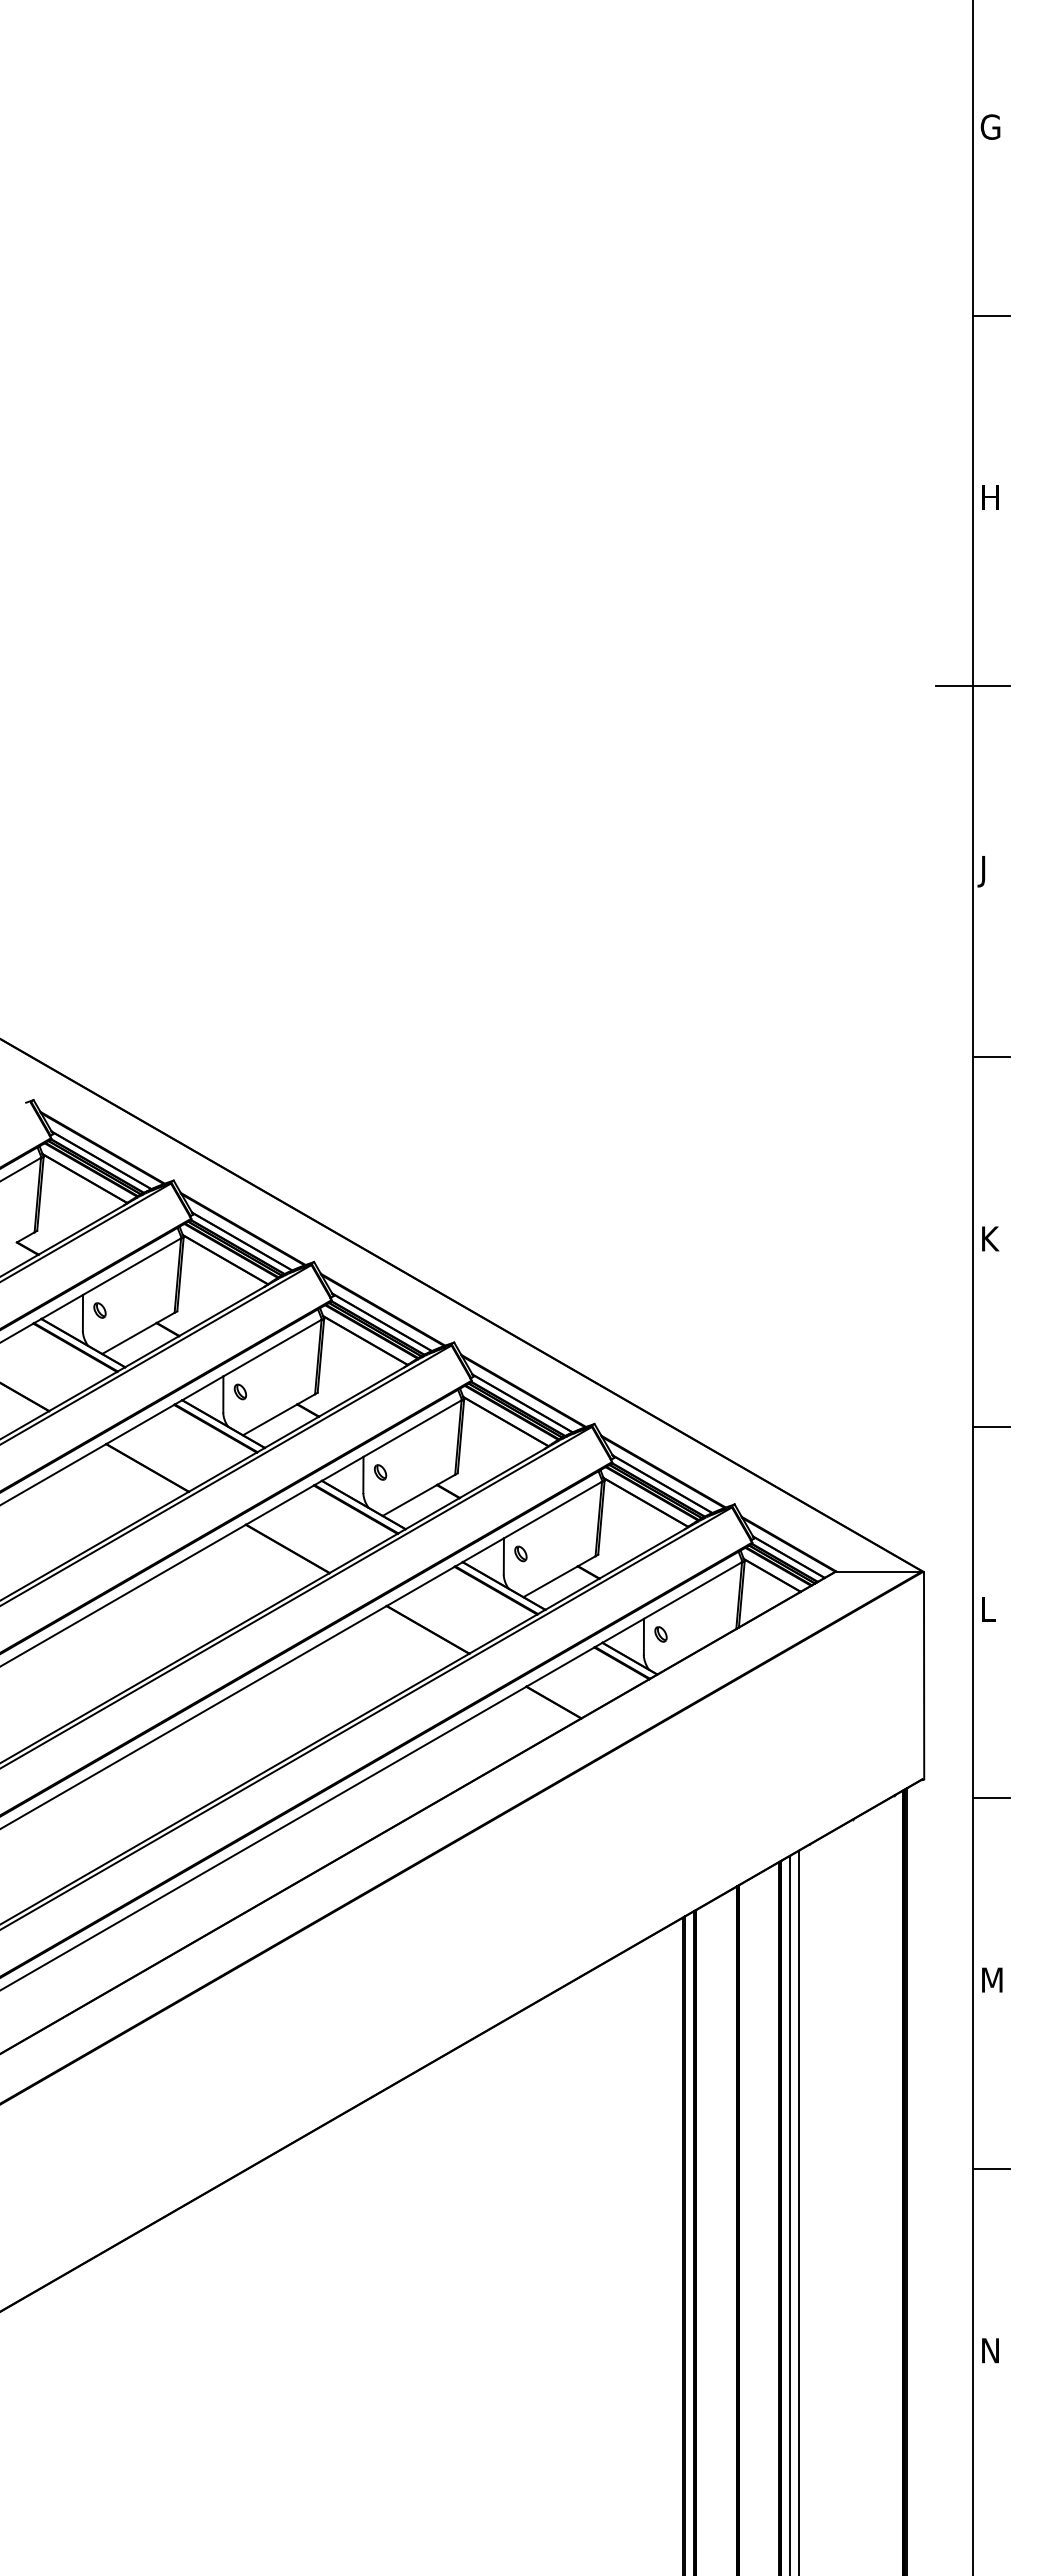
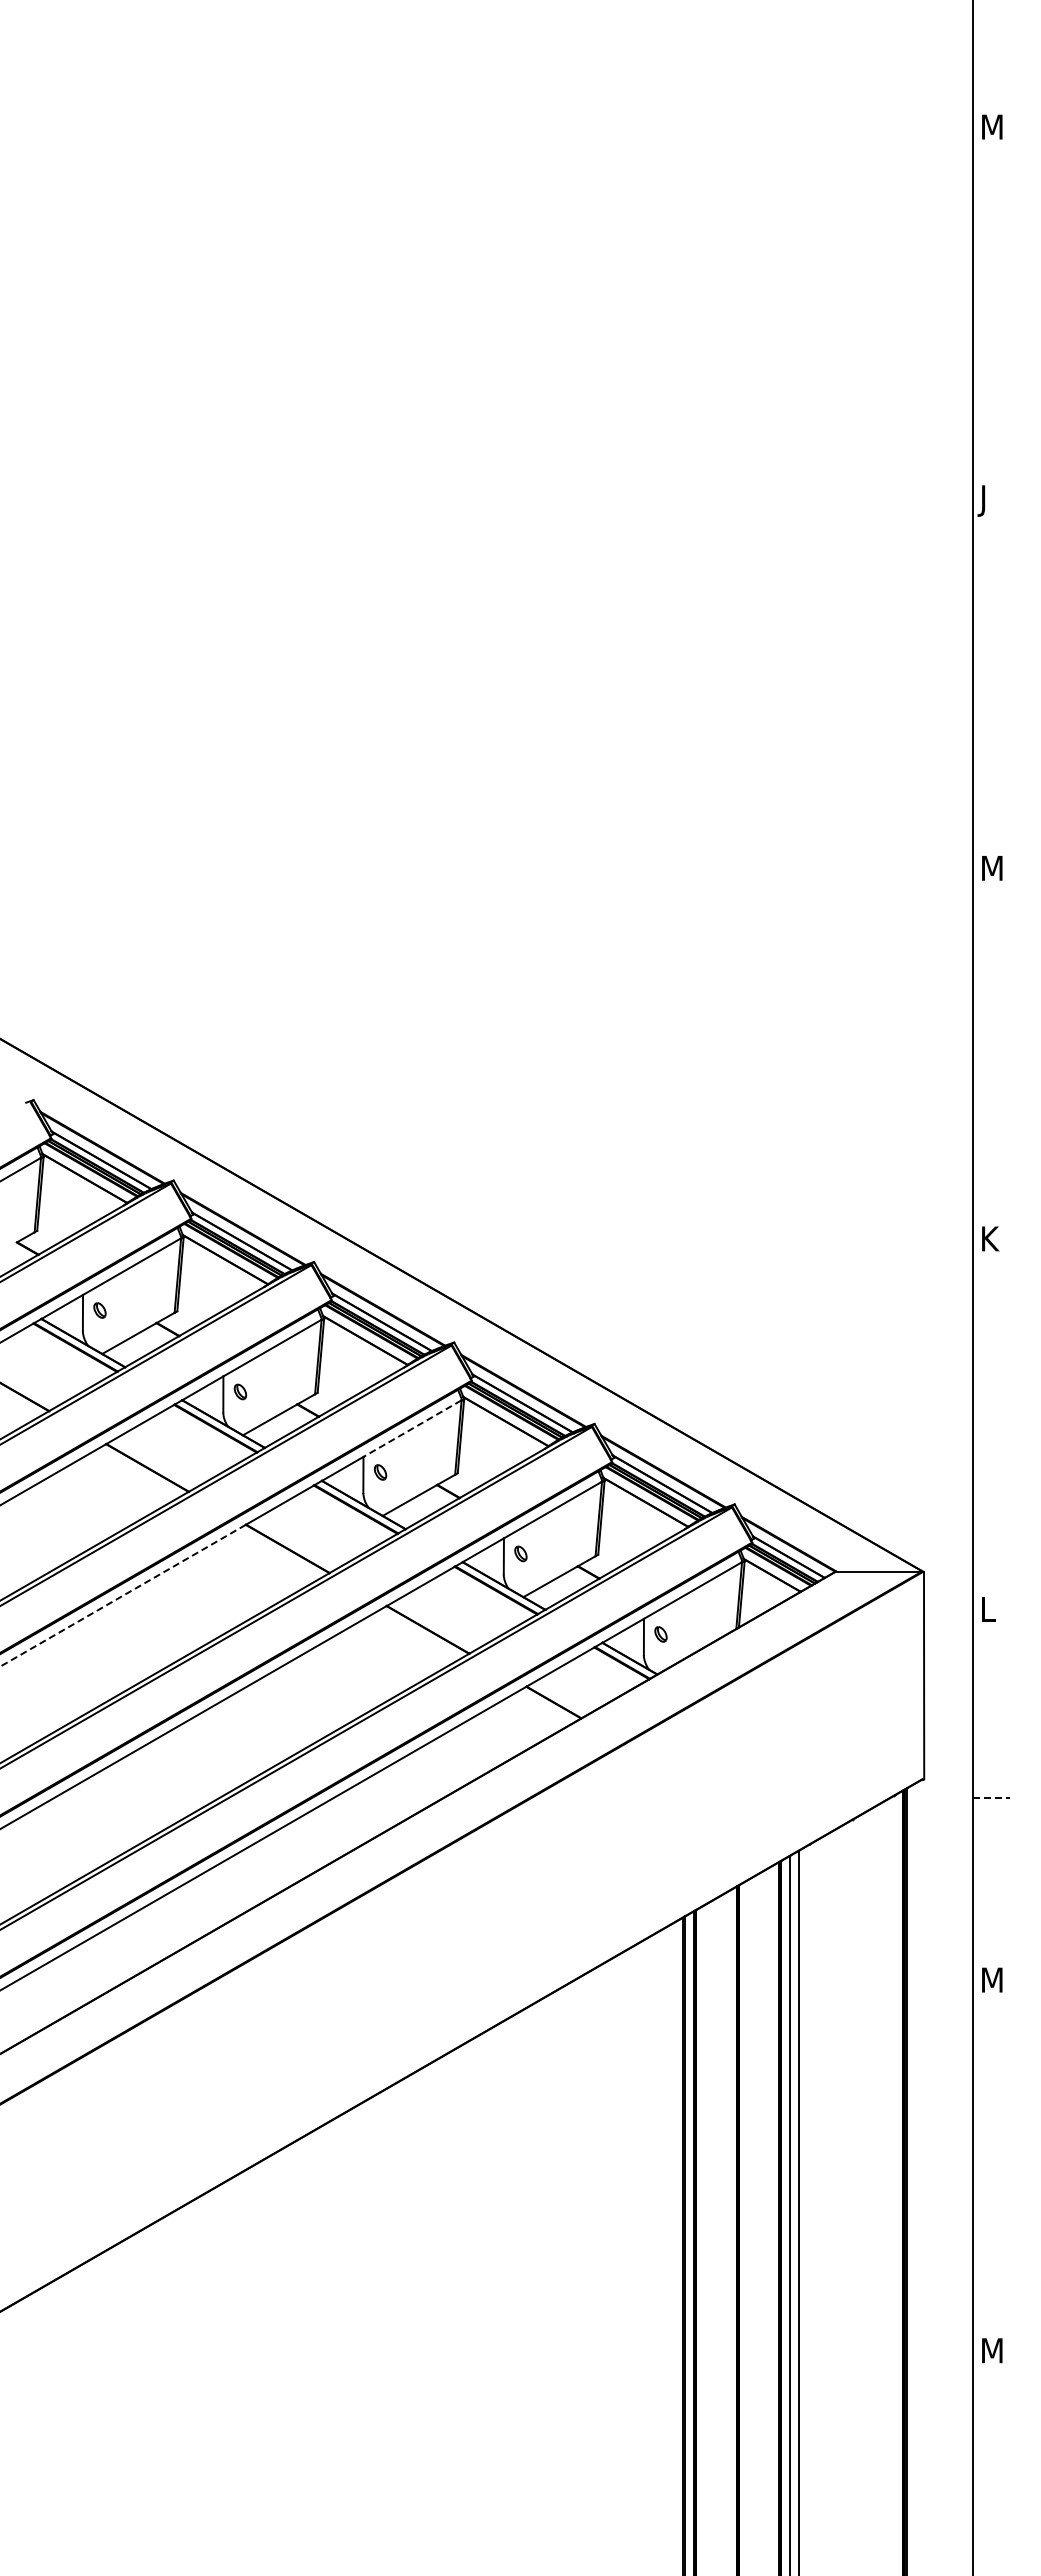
text at (991, 126): G -> M
line at (990, 315): present -> none
text at (987, 500): H -> J
line at (972, 686): present -> none
text at (989, 871): J -> M
line at (990, 1056): present -> none
line at (990, 1427): present -> none
line at (412, 1428): solid -> dashed
line at (122, 1595): solid -> dashed
line at (991, 1797): solid -> dashed
line at (990, 2168): present -> none
text at (993, 2350): N -> M
